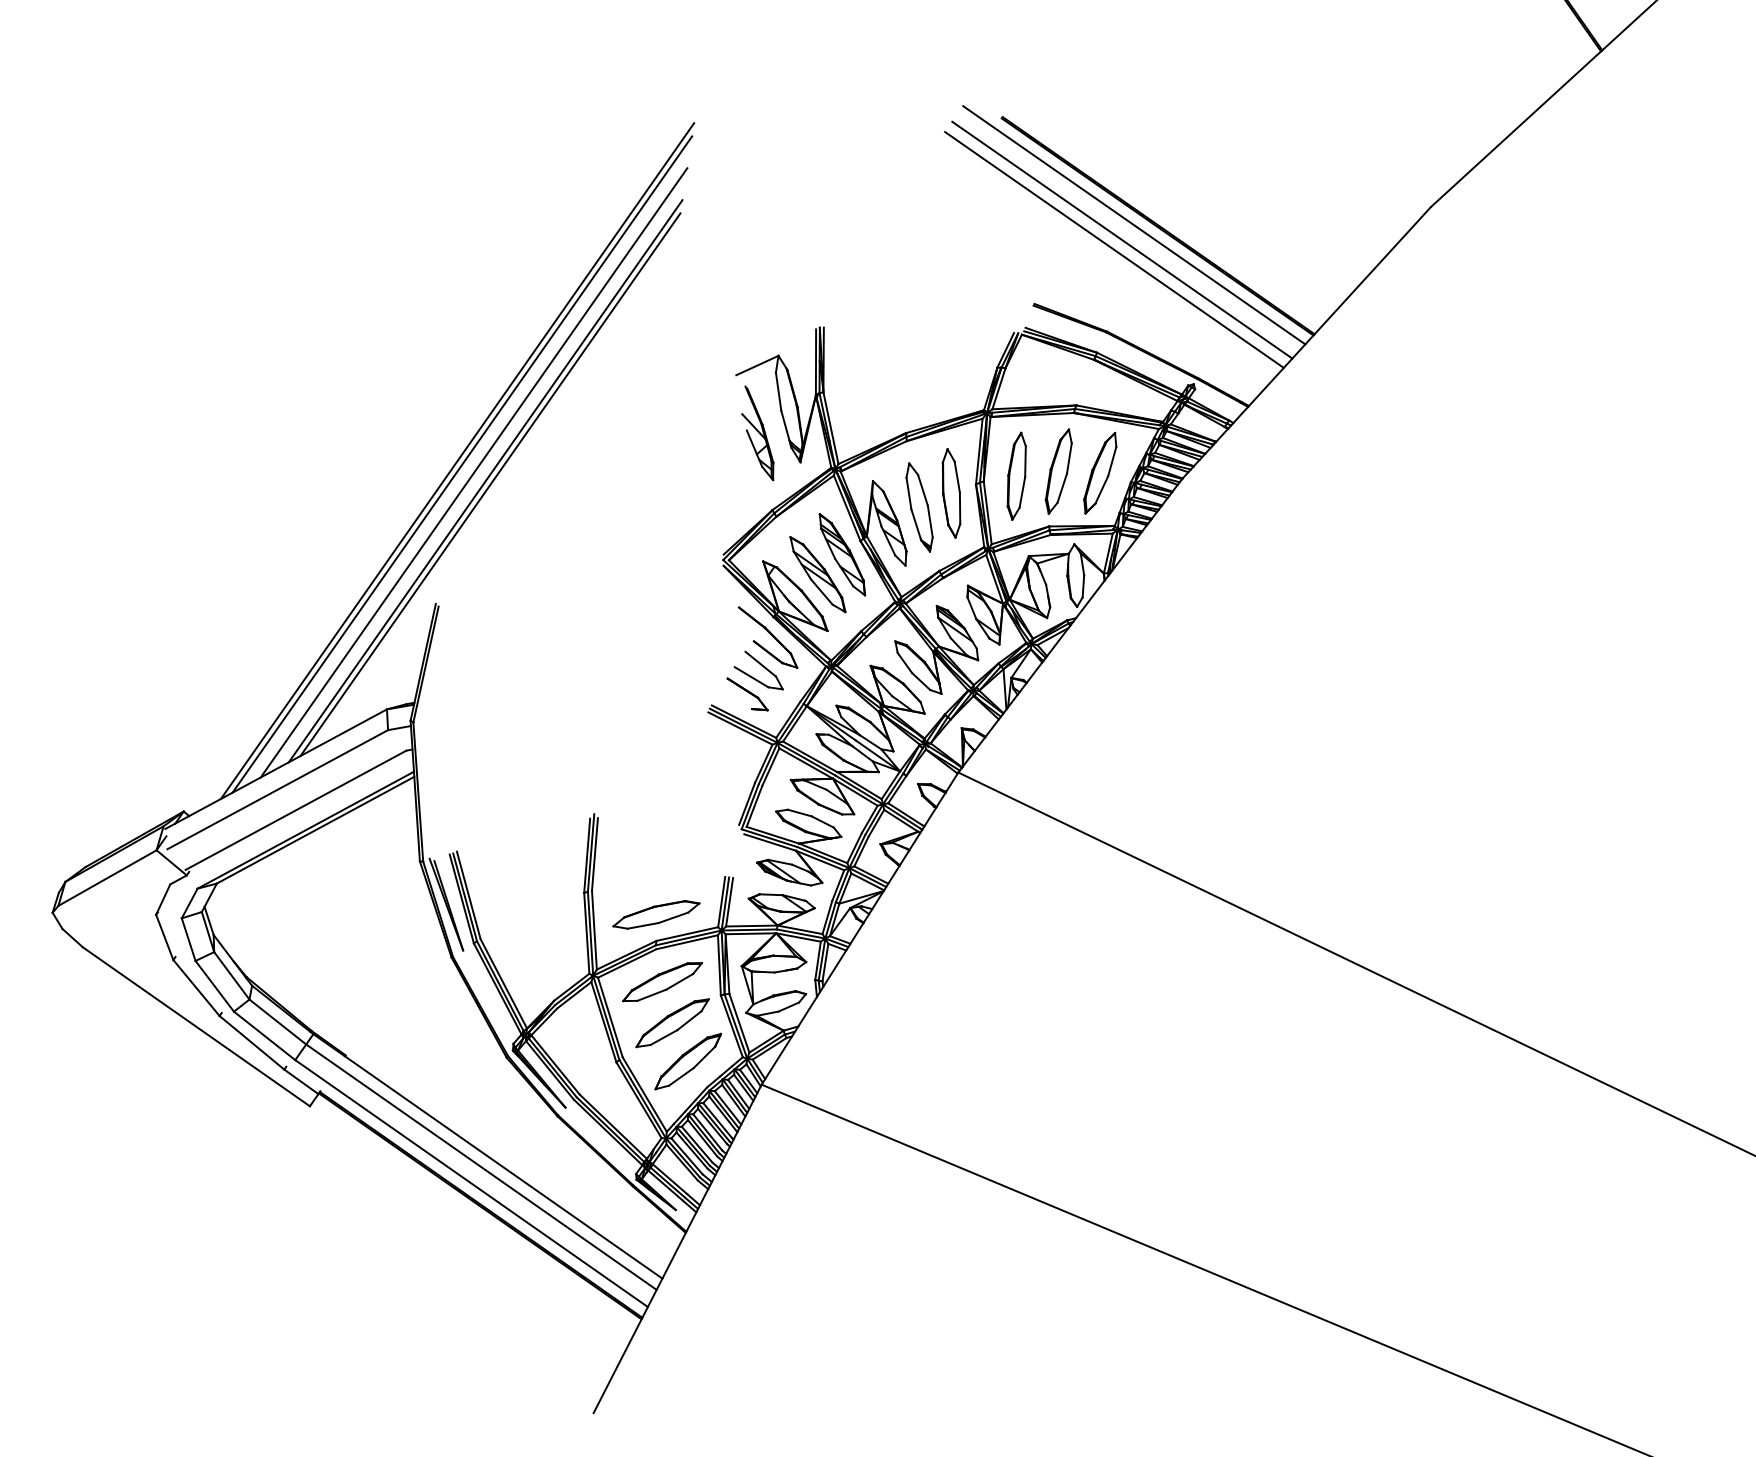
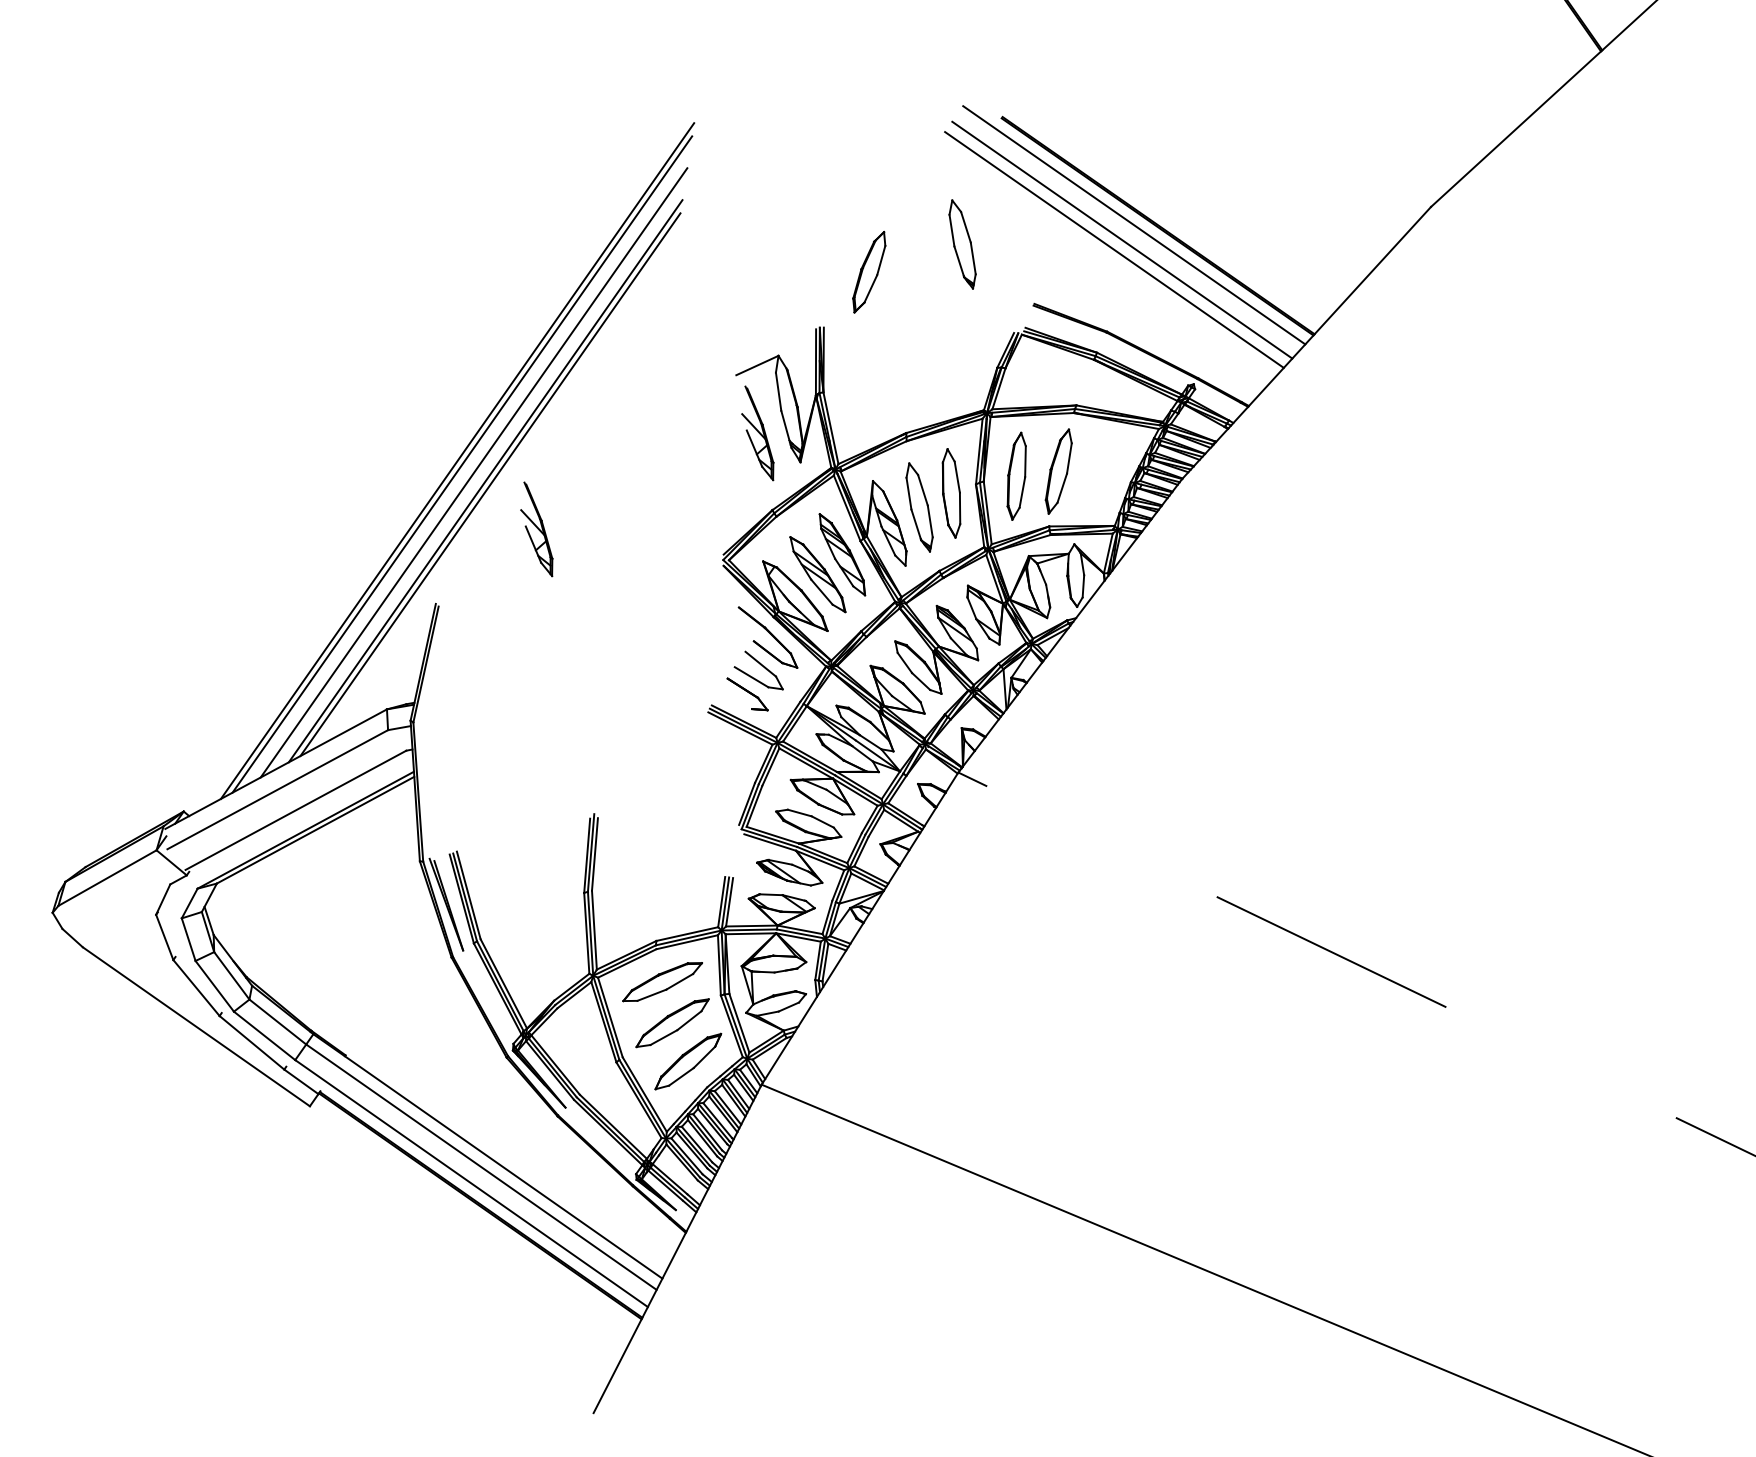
part at (962, 244): none -> present
part at (1100, 473) position: (1100, 473) -> (869, 272)
part at (536, 529): none -> present
part at (656, 914): present -> none
line at (1356, 964): solid -> dashed
